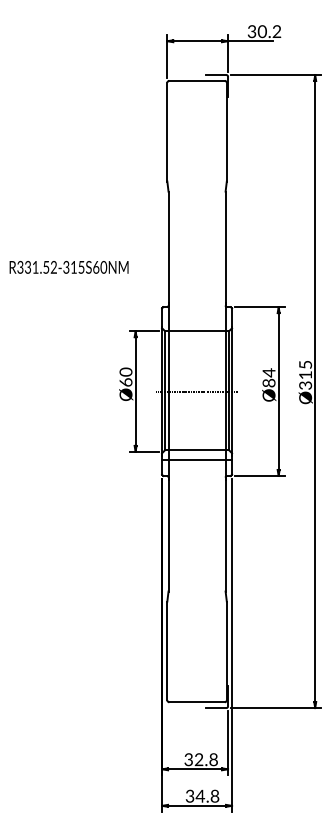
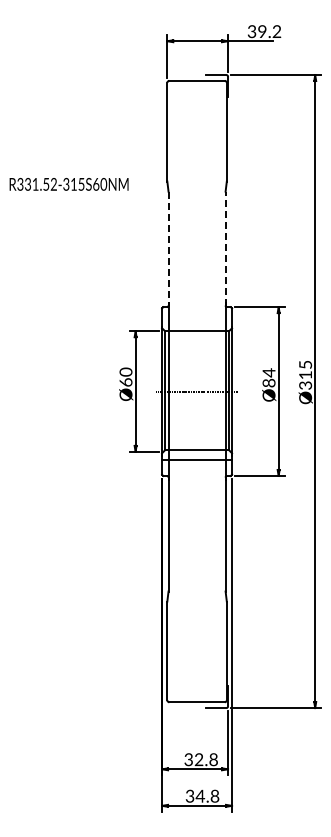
text at (261, 32): 30.2 -> 39.2
line at (168, 248): solid -> dashed
line at (225, 248): solid -> dashed
text at (68, 267) position: (68, 267) -> (68, 184)
